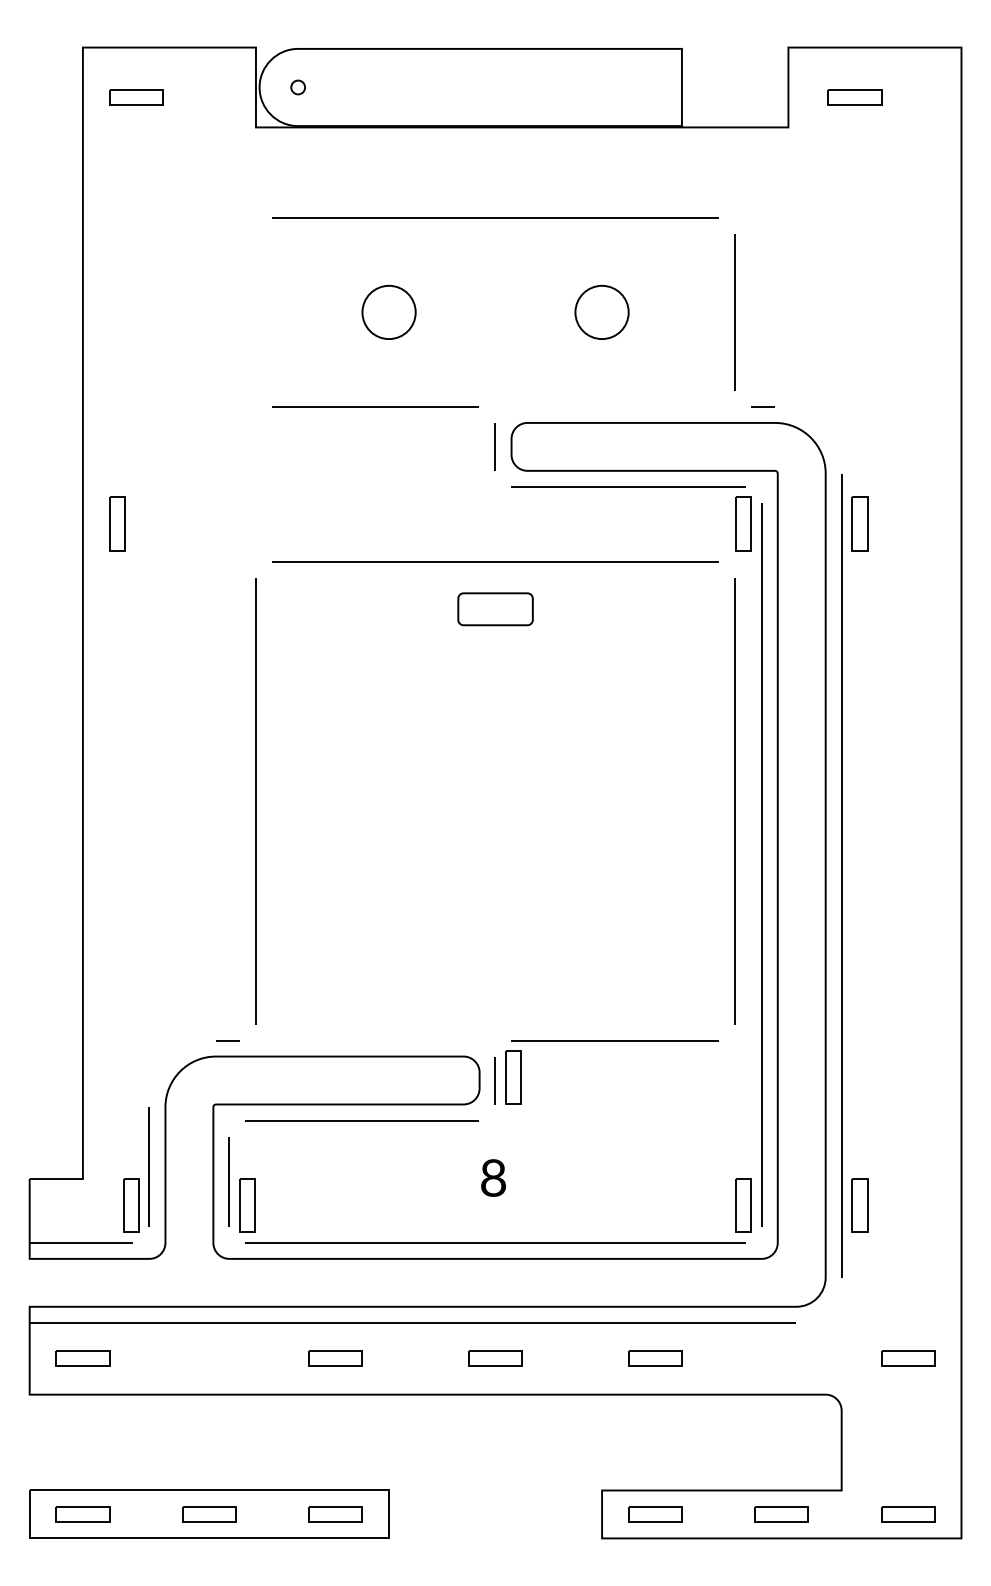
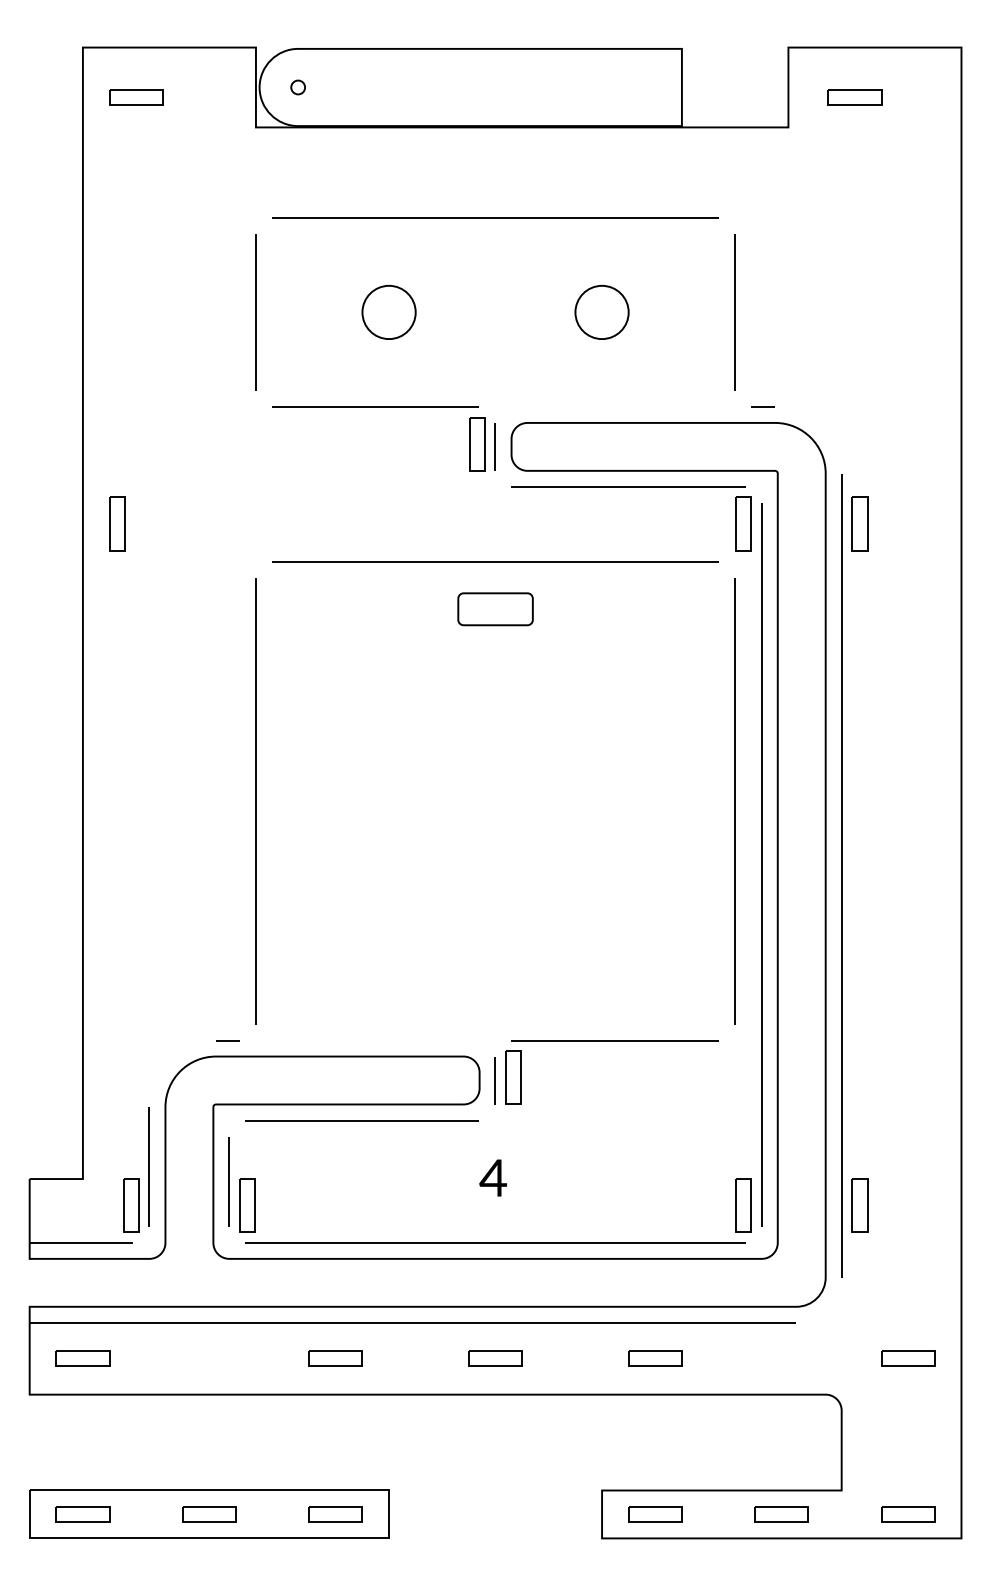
line at (255, 312): none -> present
part at (477, 444): none -> present
text at (493, 1177): 8 -> 4
